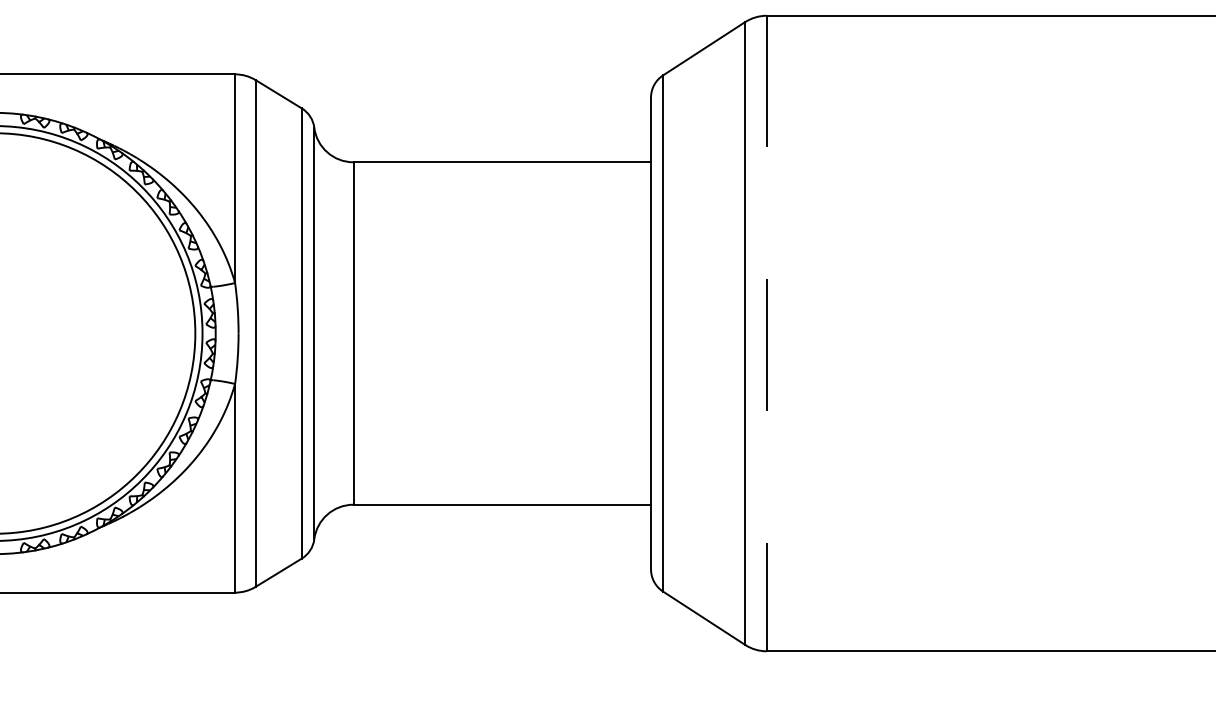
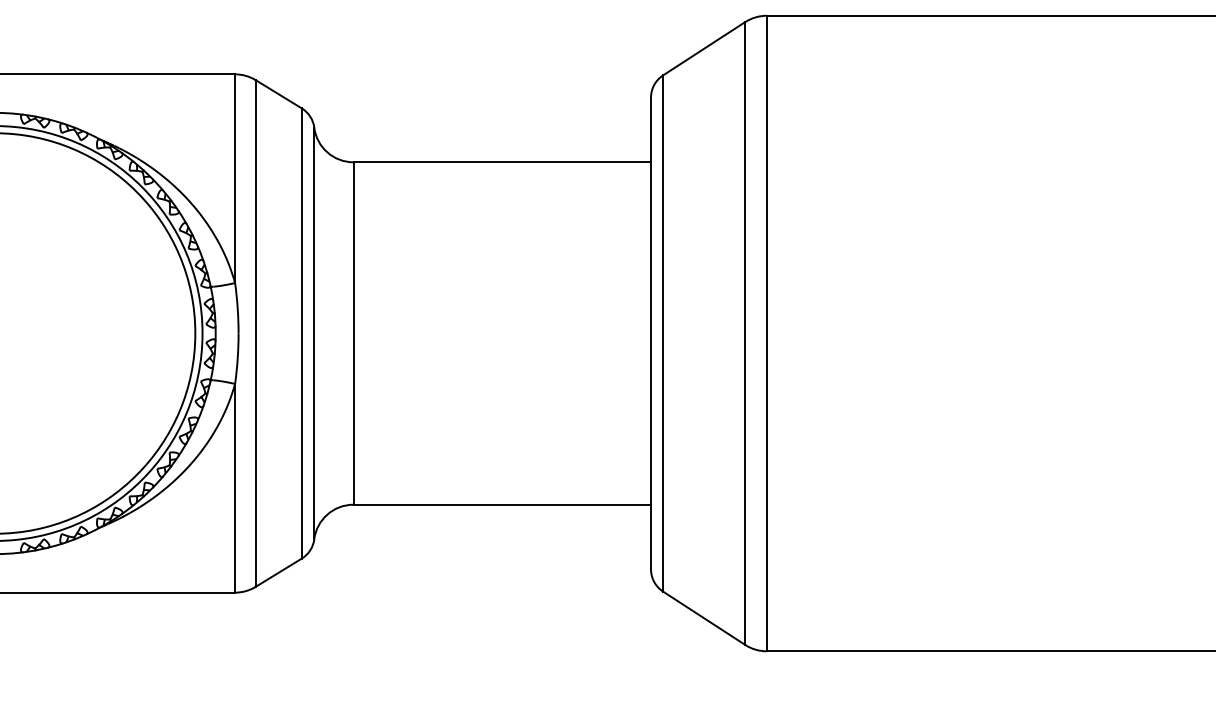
line at (766, 333): dashed -> solid
